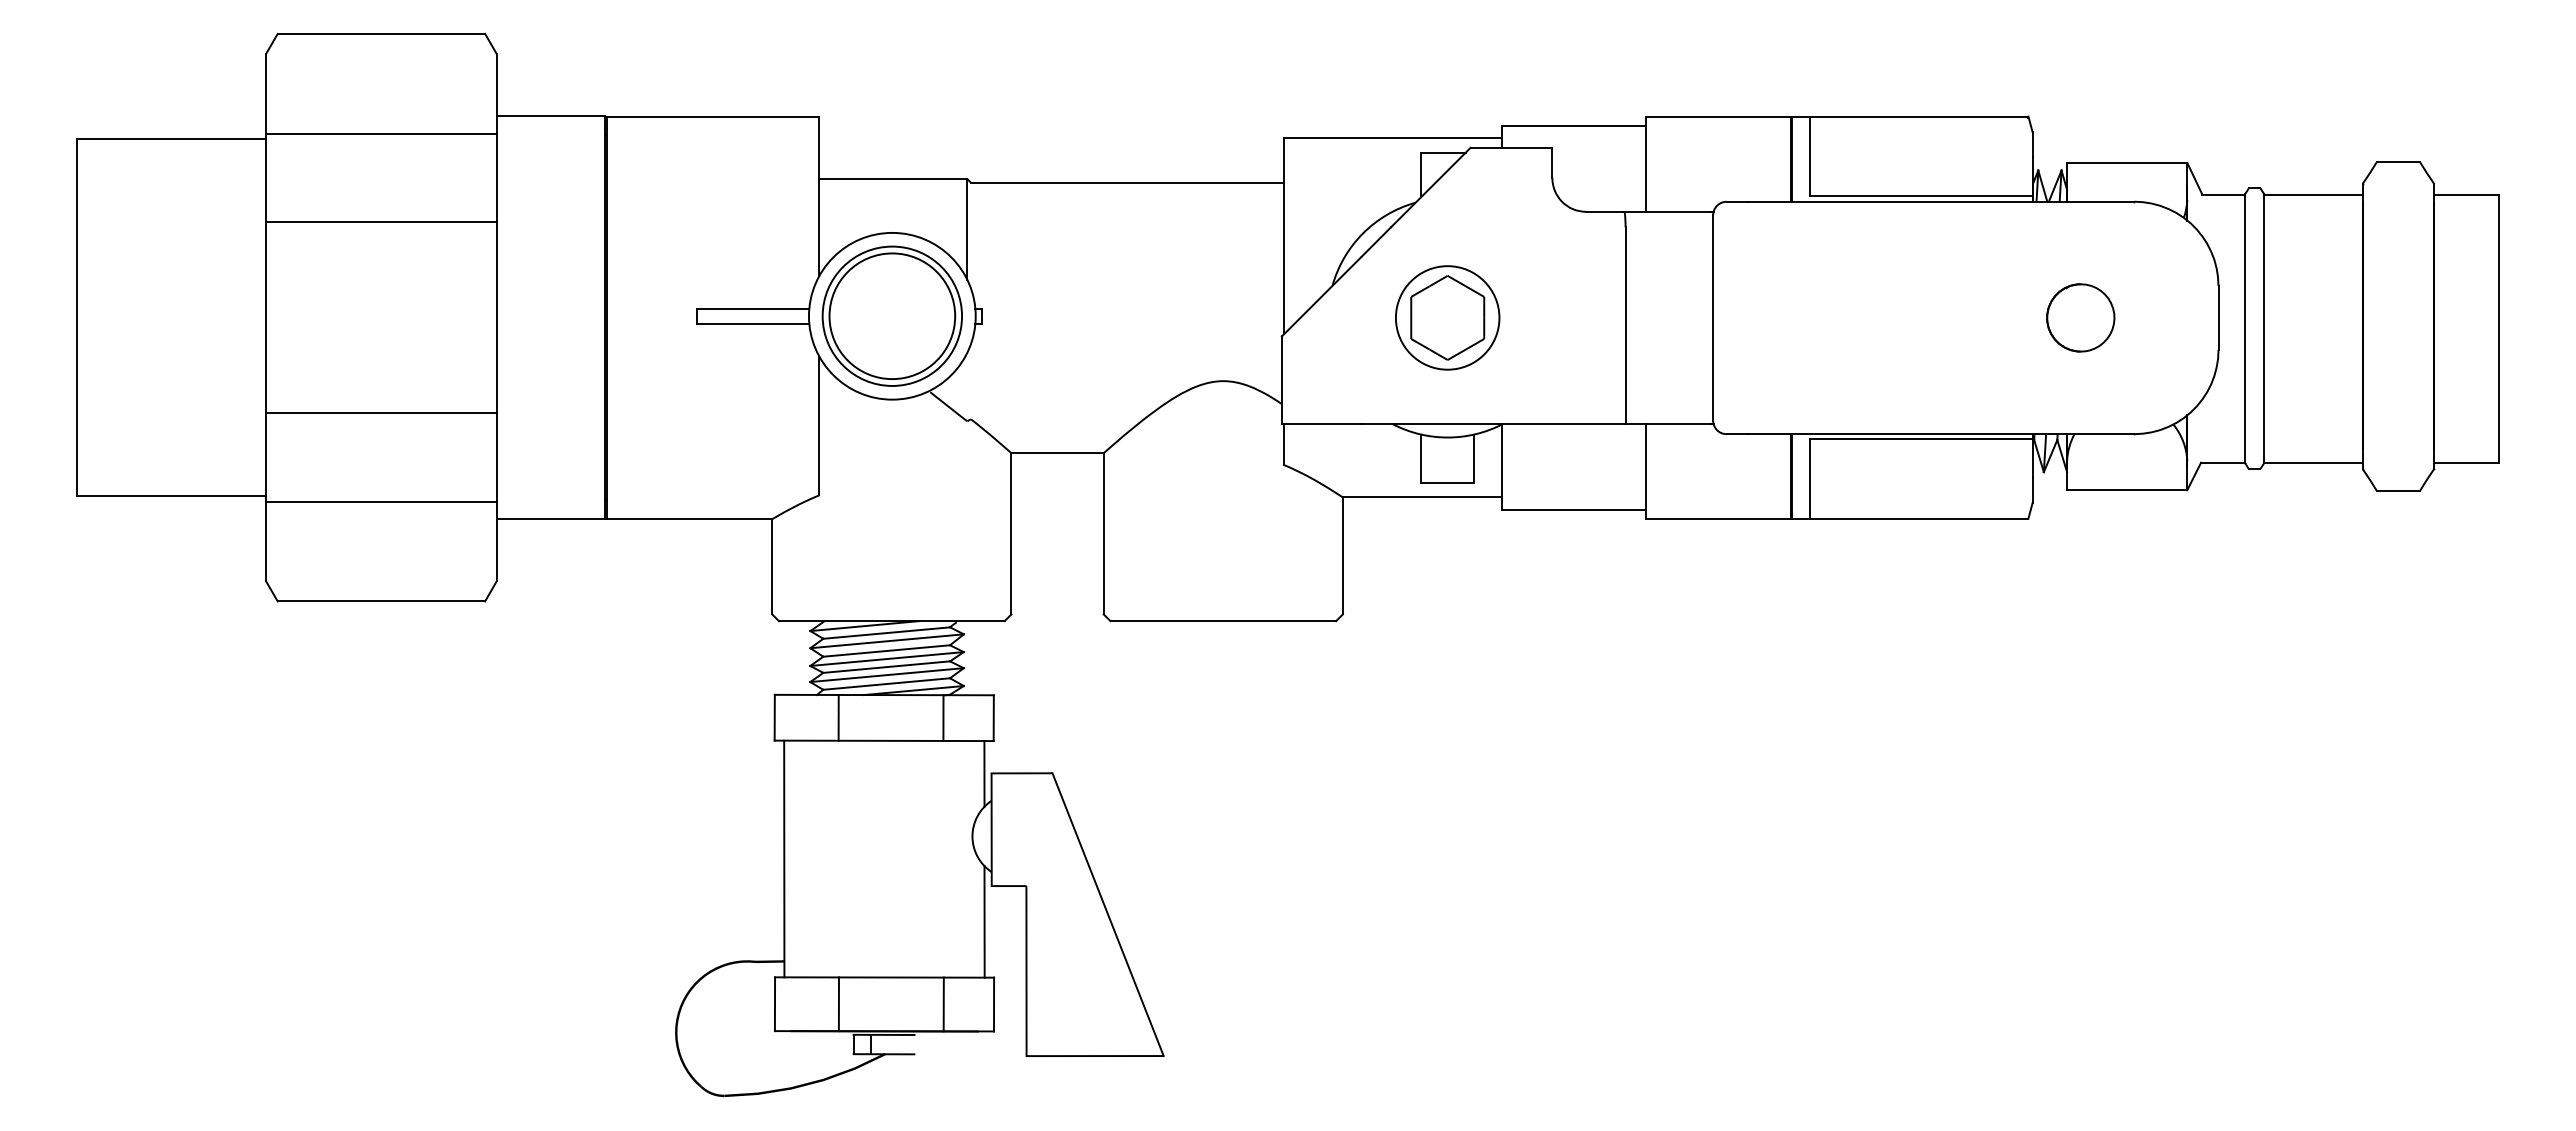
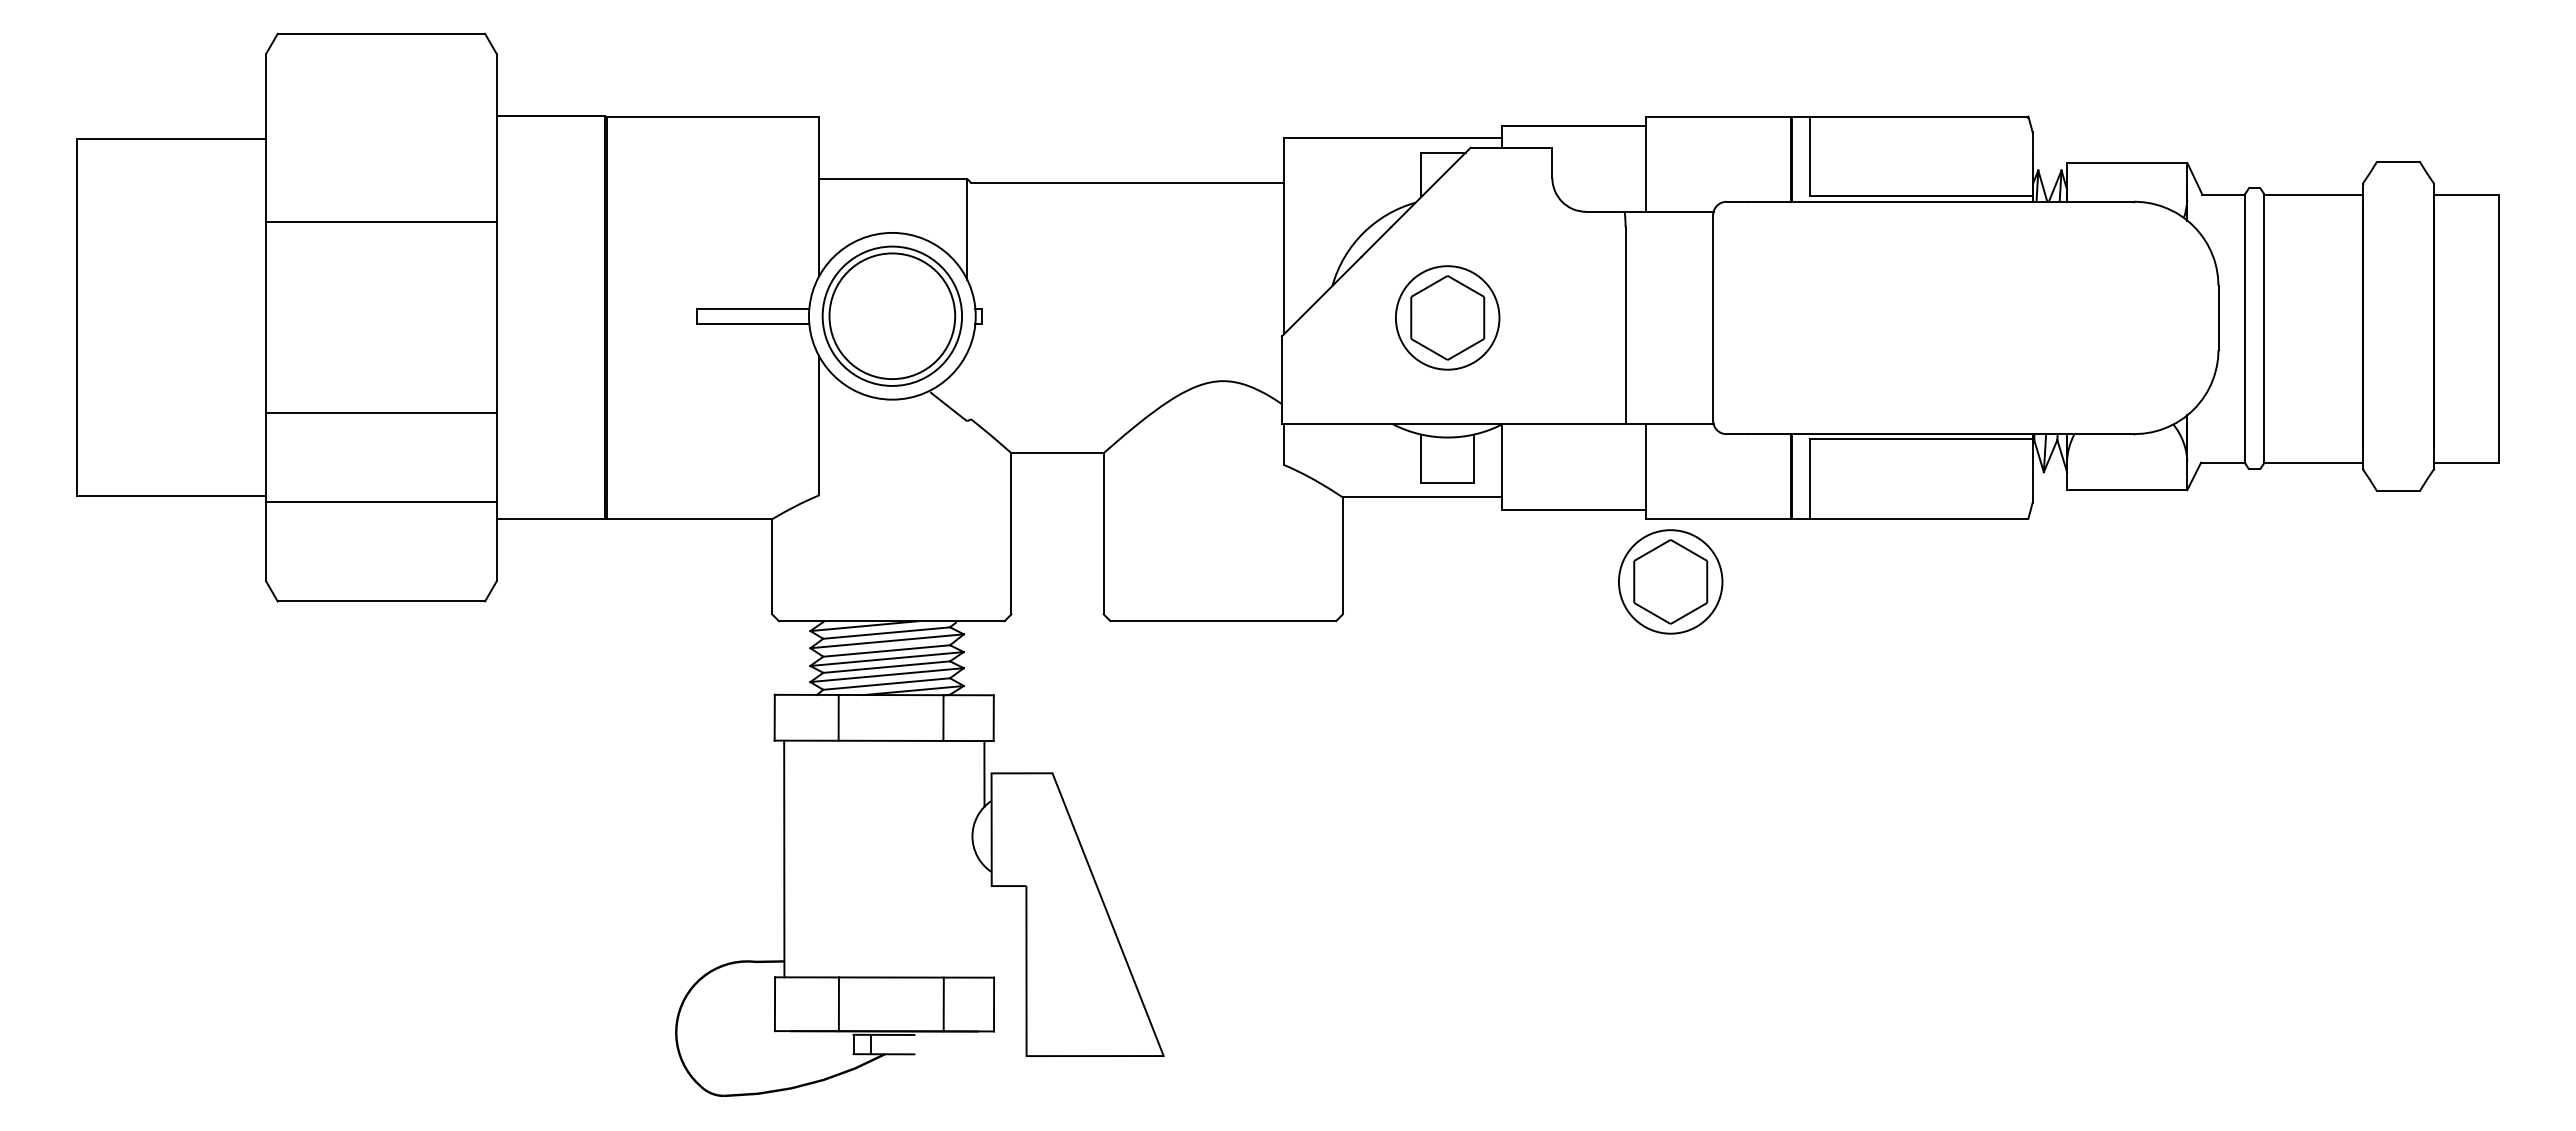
line at (381, 133): present -> none
part at (2080, 317): present -> none
part at (1670, 581): none -> present
line at (984, 921): present -> none
